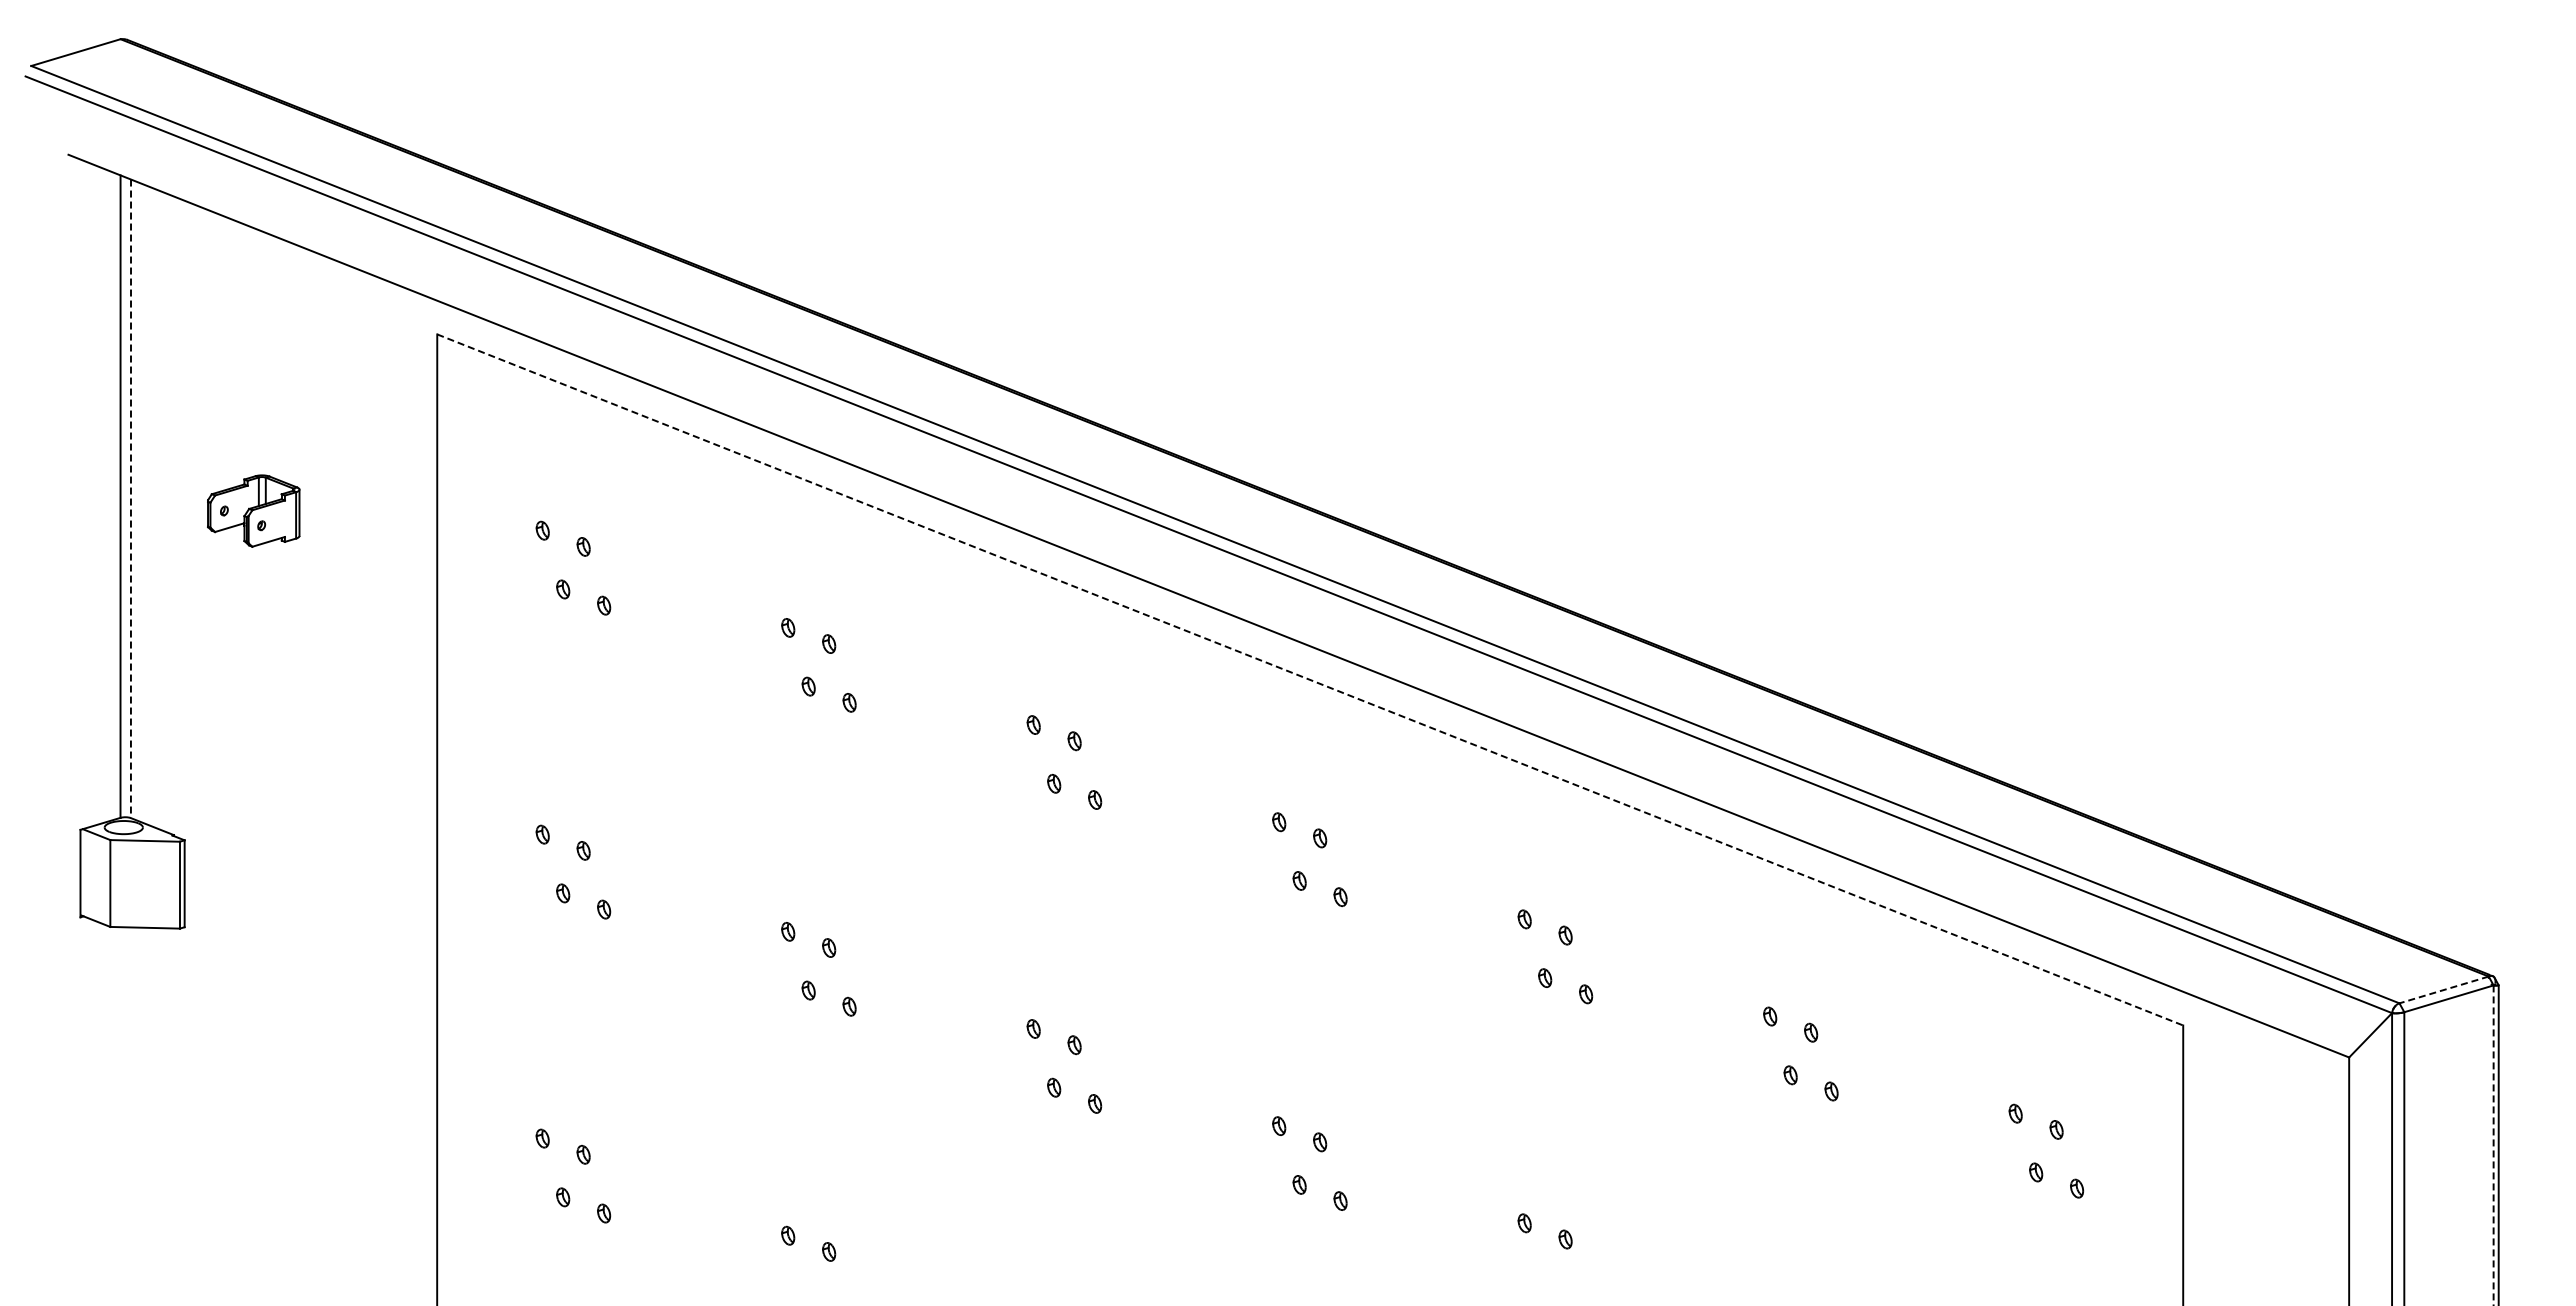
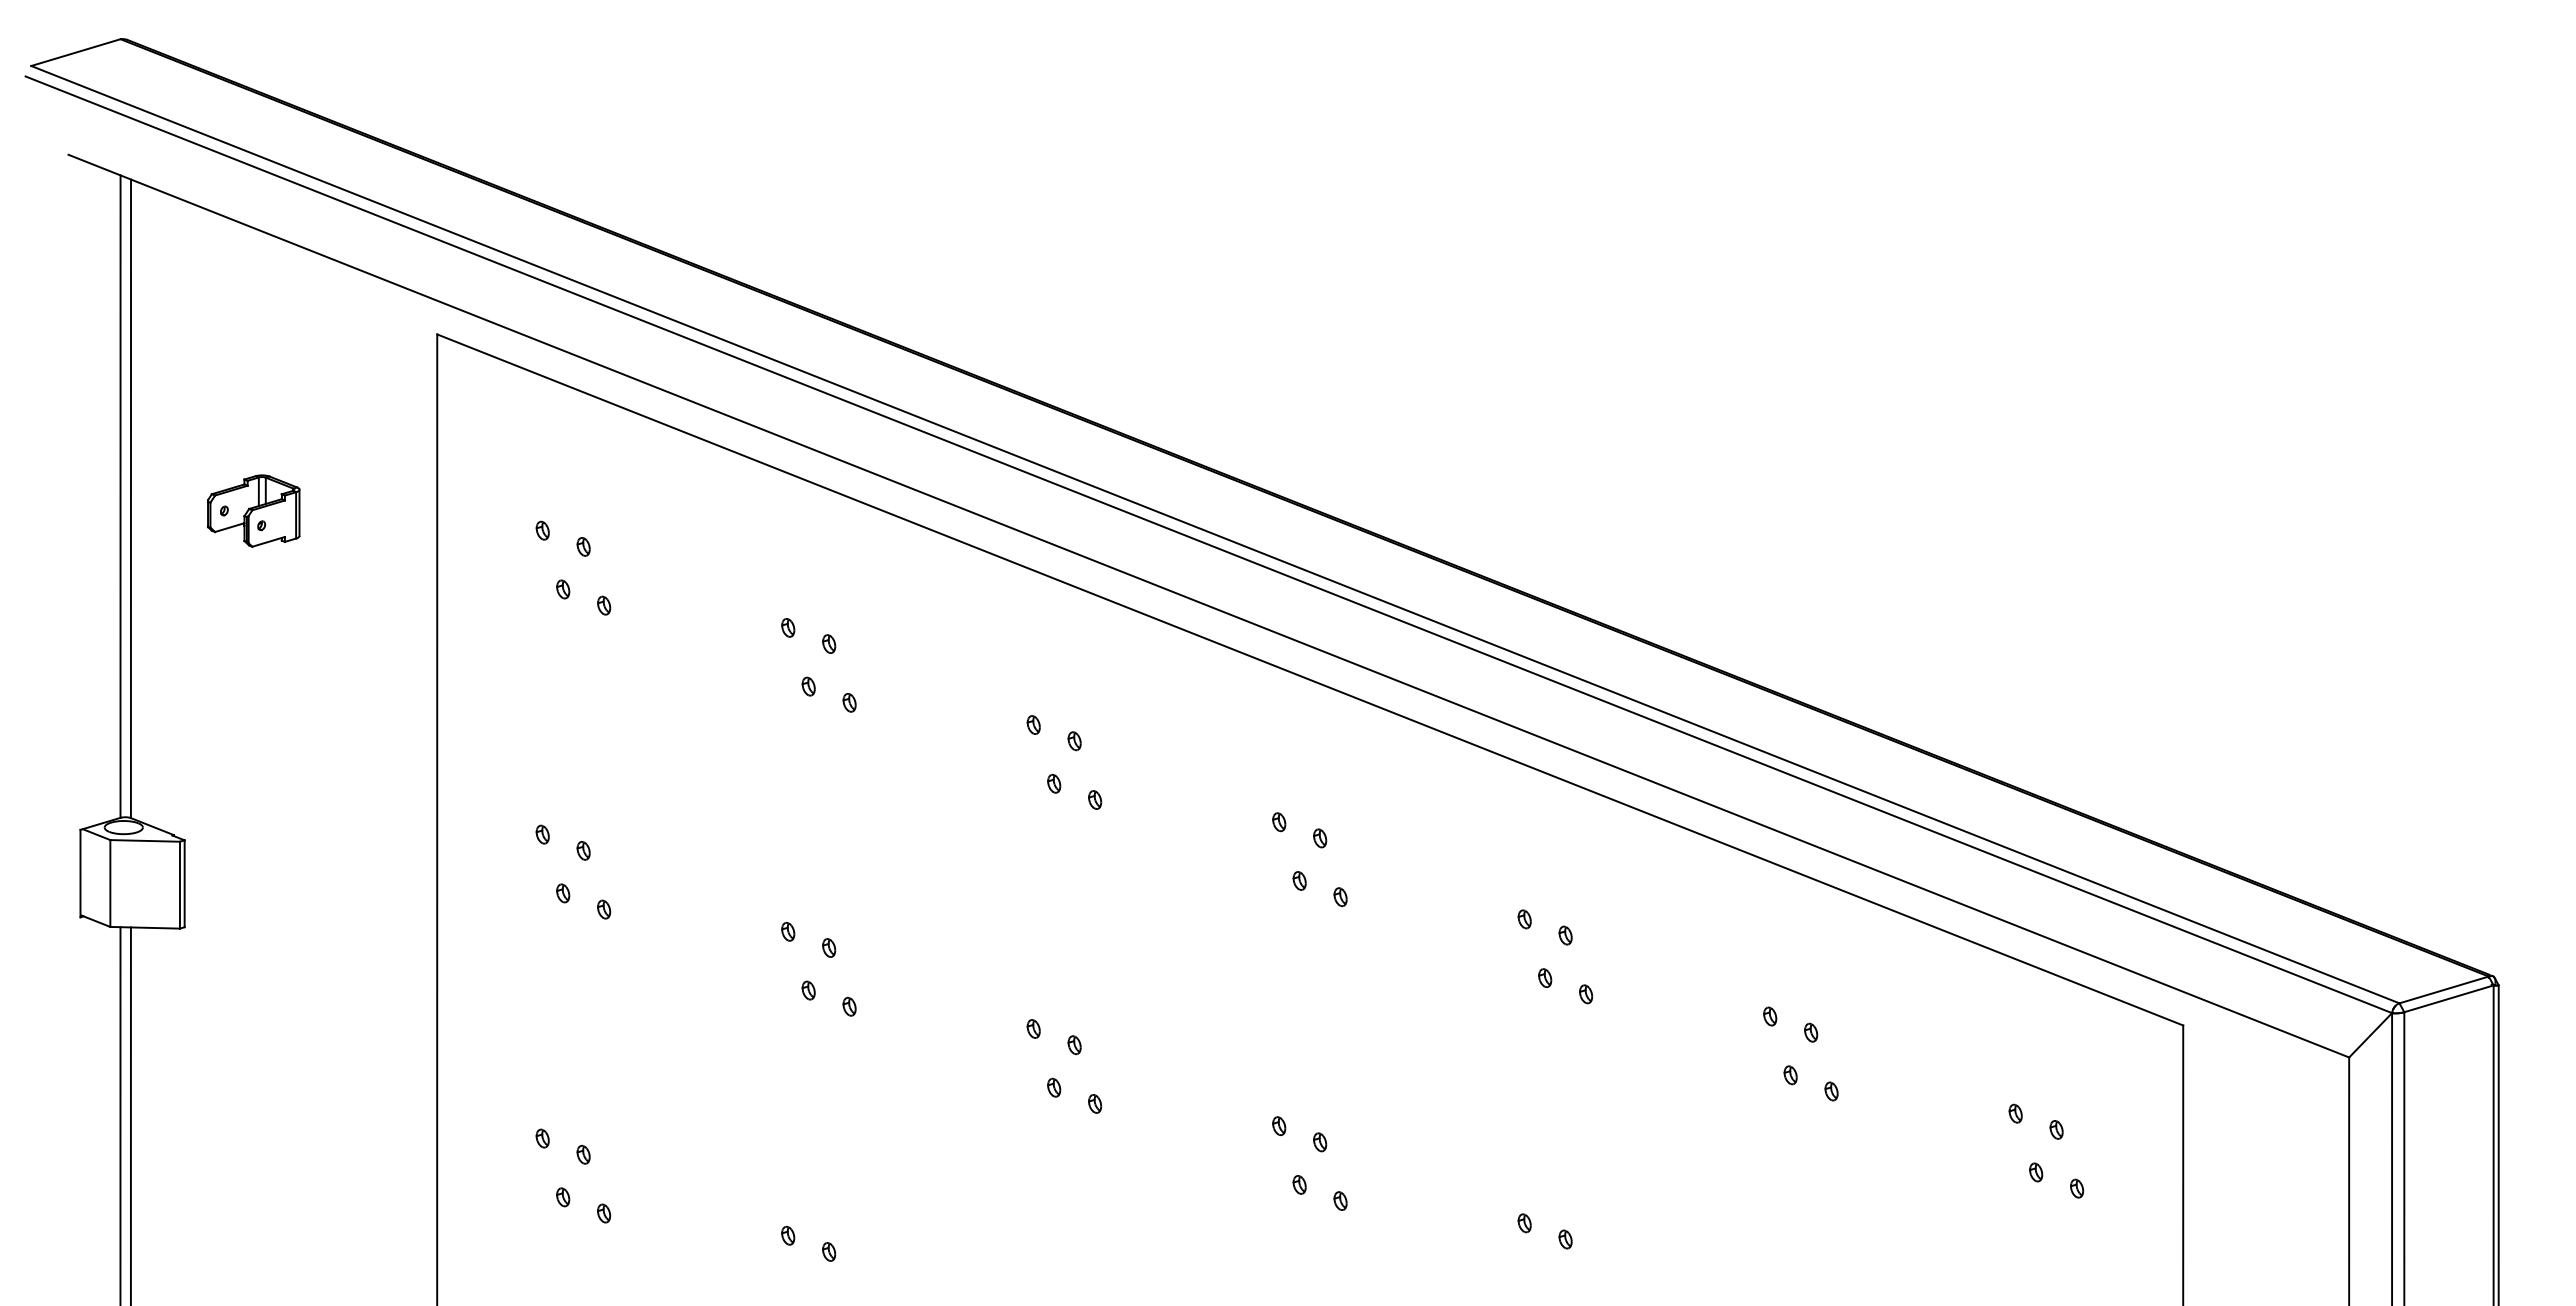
line at (130, 499): dashed -> solid
line at (1310, 679): dashed -> solid
line at (2444, 989): dashed -> solid
line at (120, 1114): none -> present
line at (130, 1114): none -> present
line at (2493, 1145): dashed -> solid
